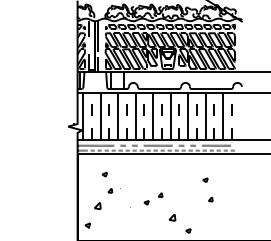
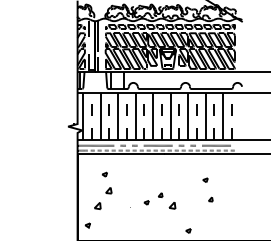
part at (113, 190) size: 14x6 px -> 8x8 px
part at (172, 217) position: (172, 217) -> (172, 205)
